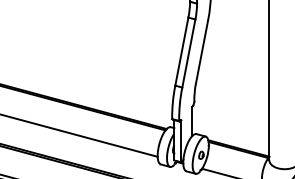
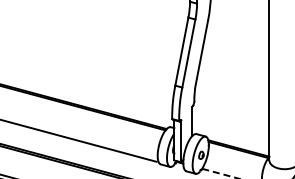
line at (79, 135) position: (79, 135) -> (79, 140)
line at (221, 173): solid -> dashed
